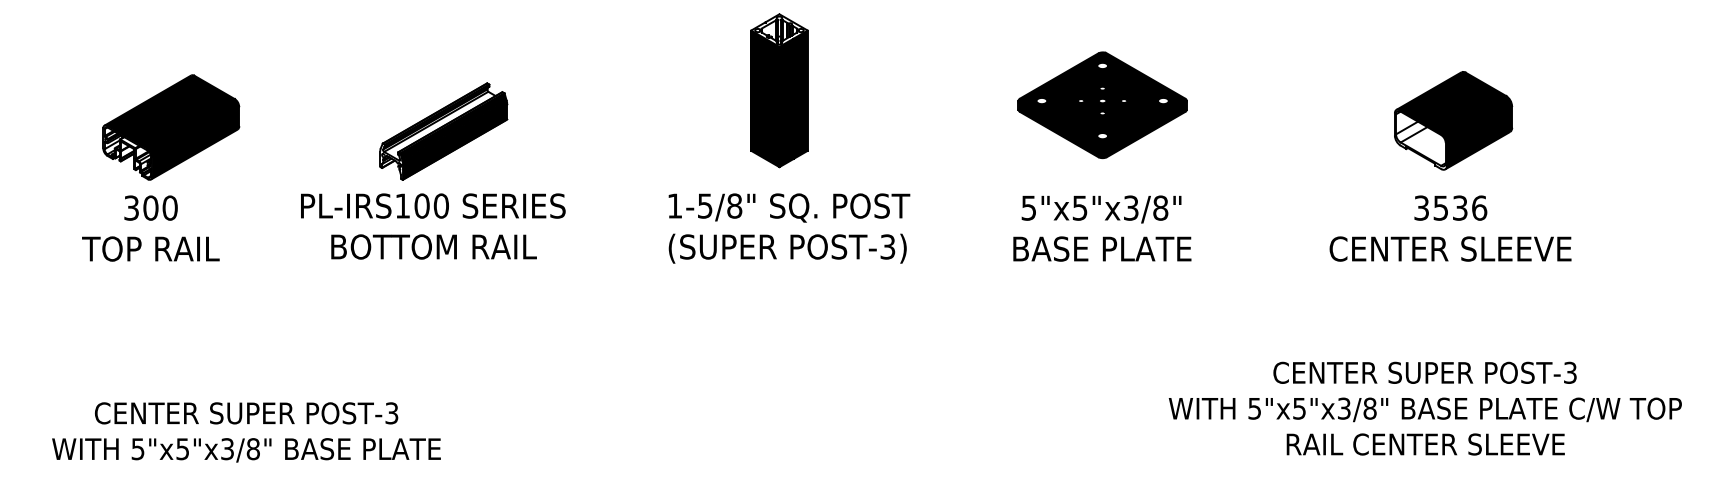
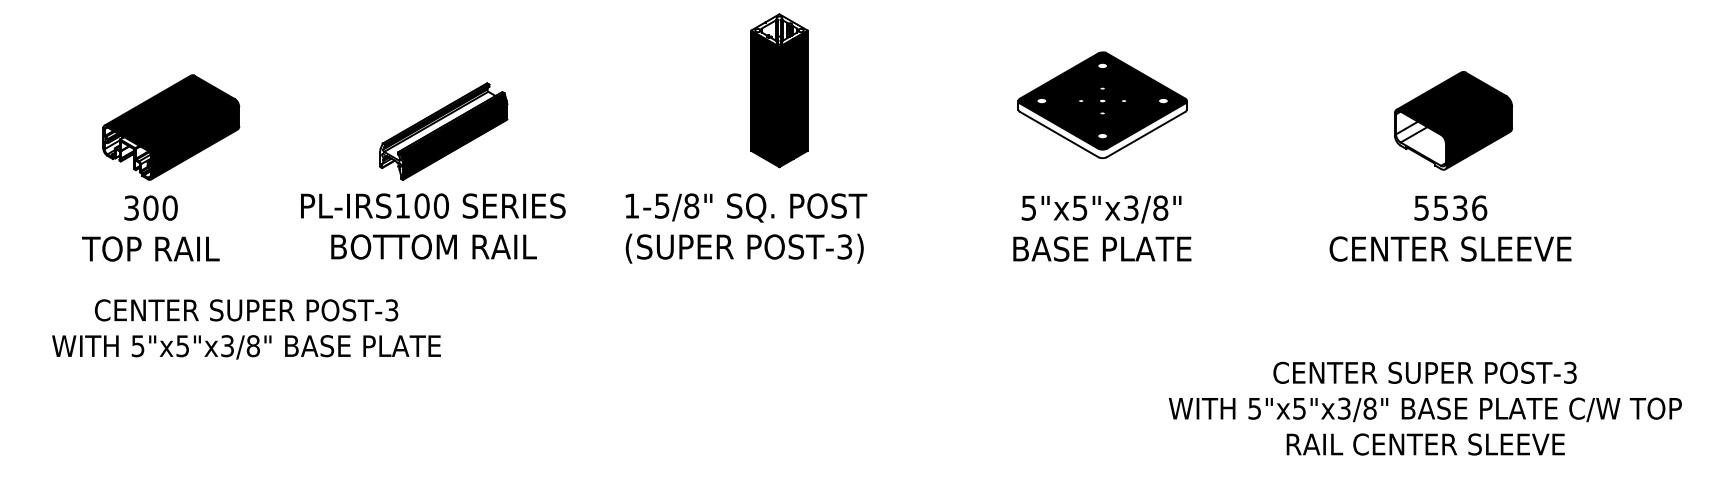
fill at (1102, 129): present -> none
text at (1421, 207): 3536 -> 5536
text at (789, 228) position: (789, 228) -> (746, 228)
text at (246, 432) position: (246, 432) -> (246, 329)
